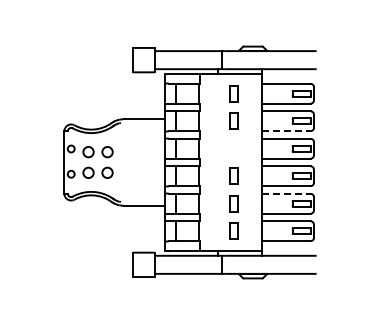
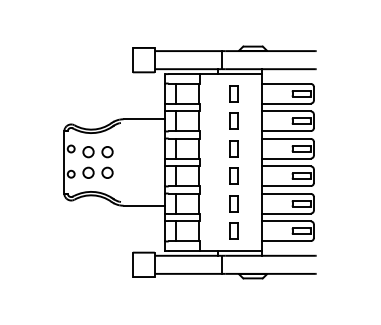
line at (286, 131): dashed -> solid
part at (233, 148): none -> present
line at (286, 193): dashed -> solid
